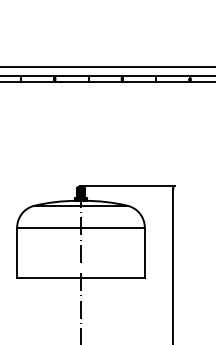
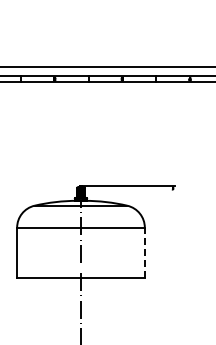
line at (144, 252): solid -> dashed
line at (173, 265): present -> none
